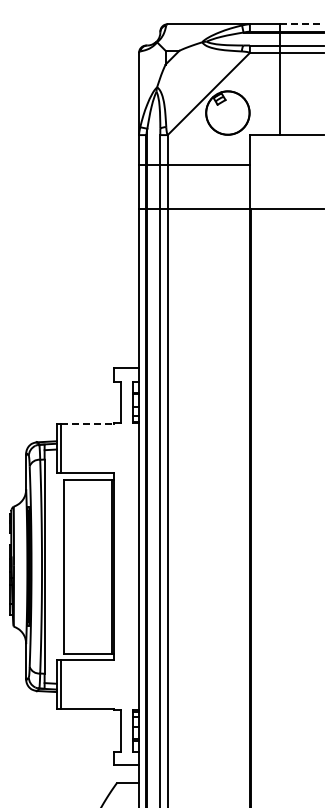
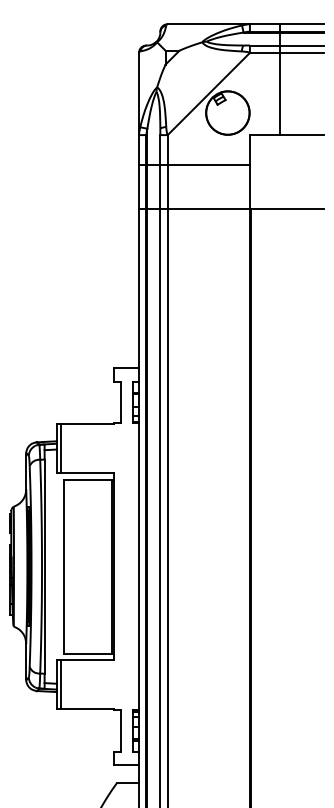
line at (302, 24): dashed -> solid
line at (87, 424): dashed -> solid
